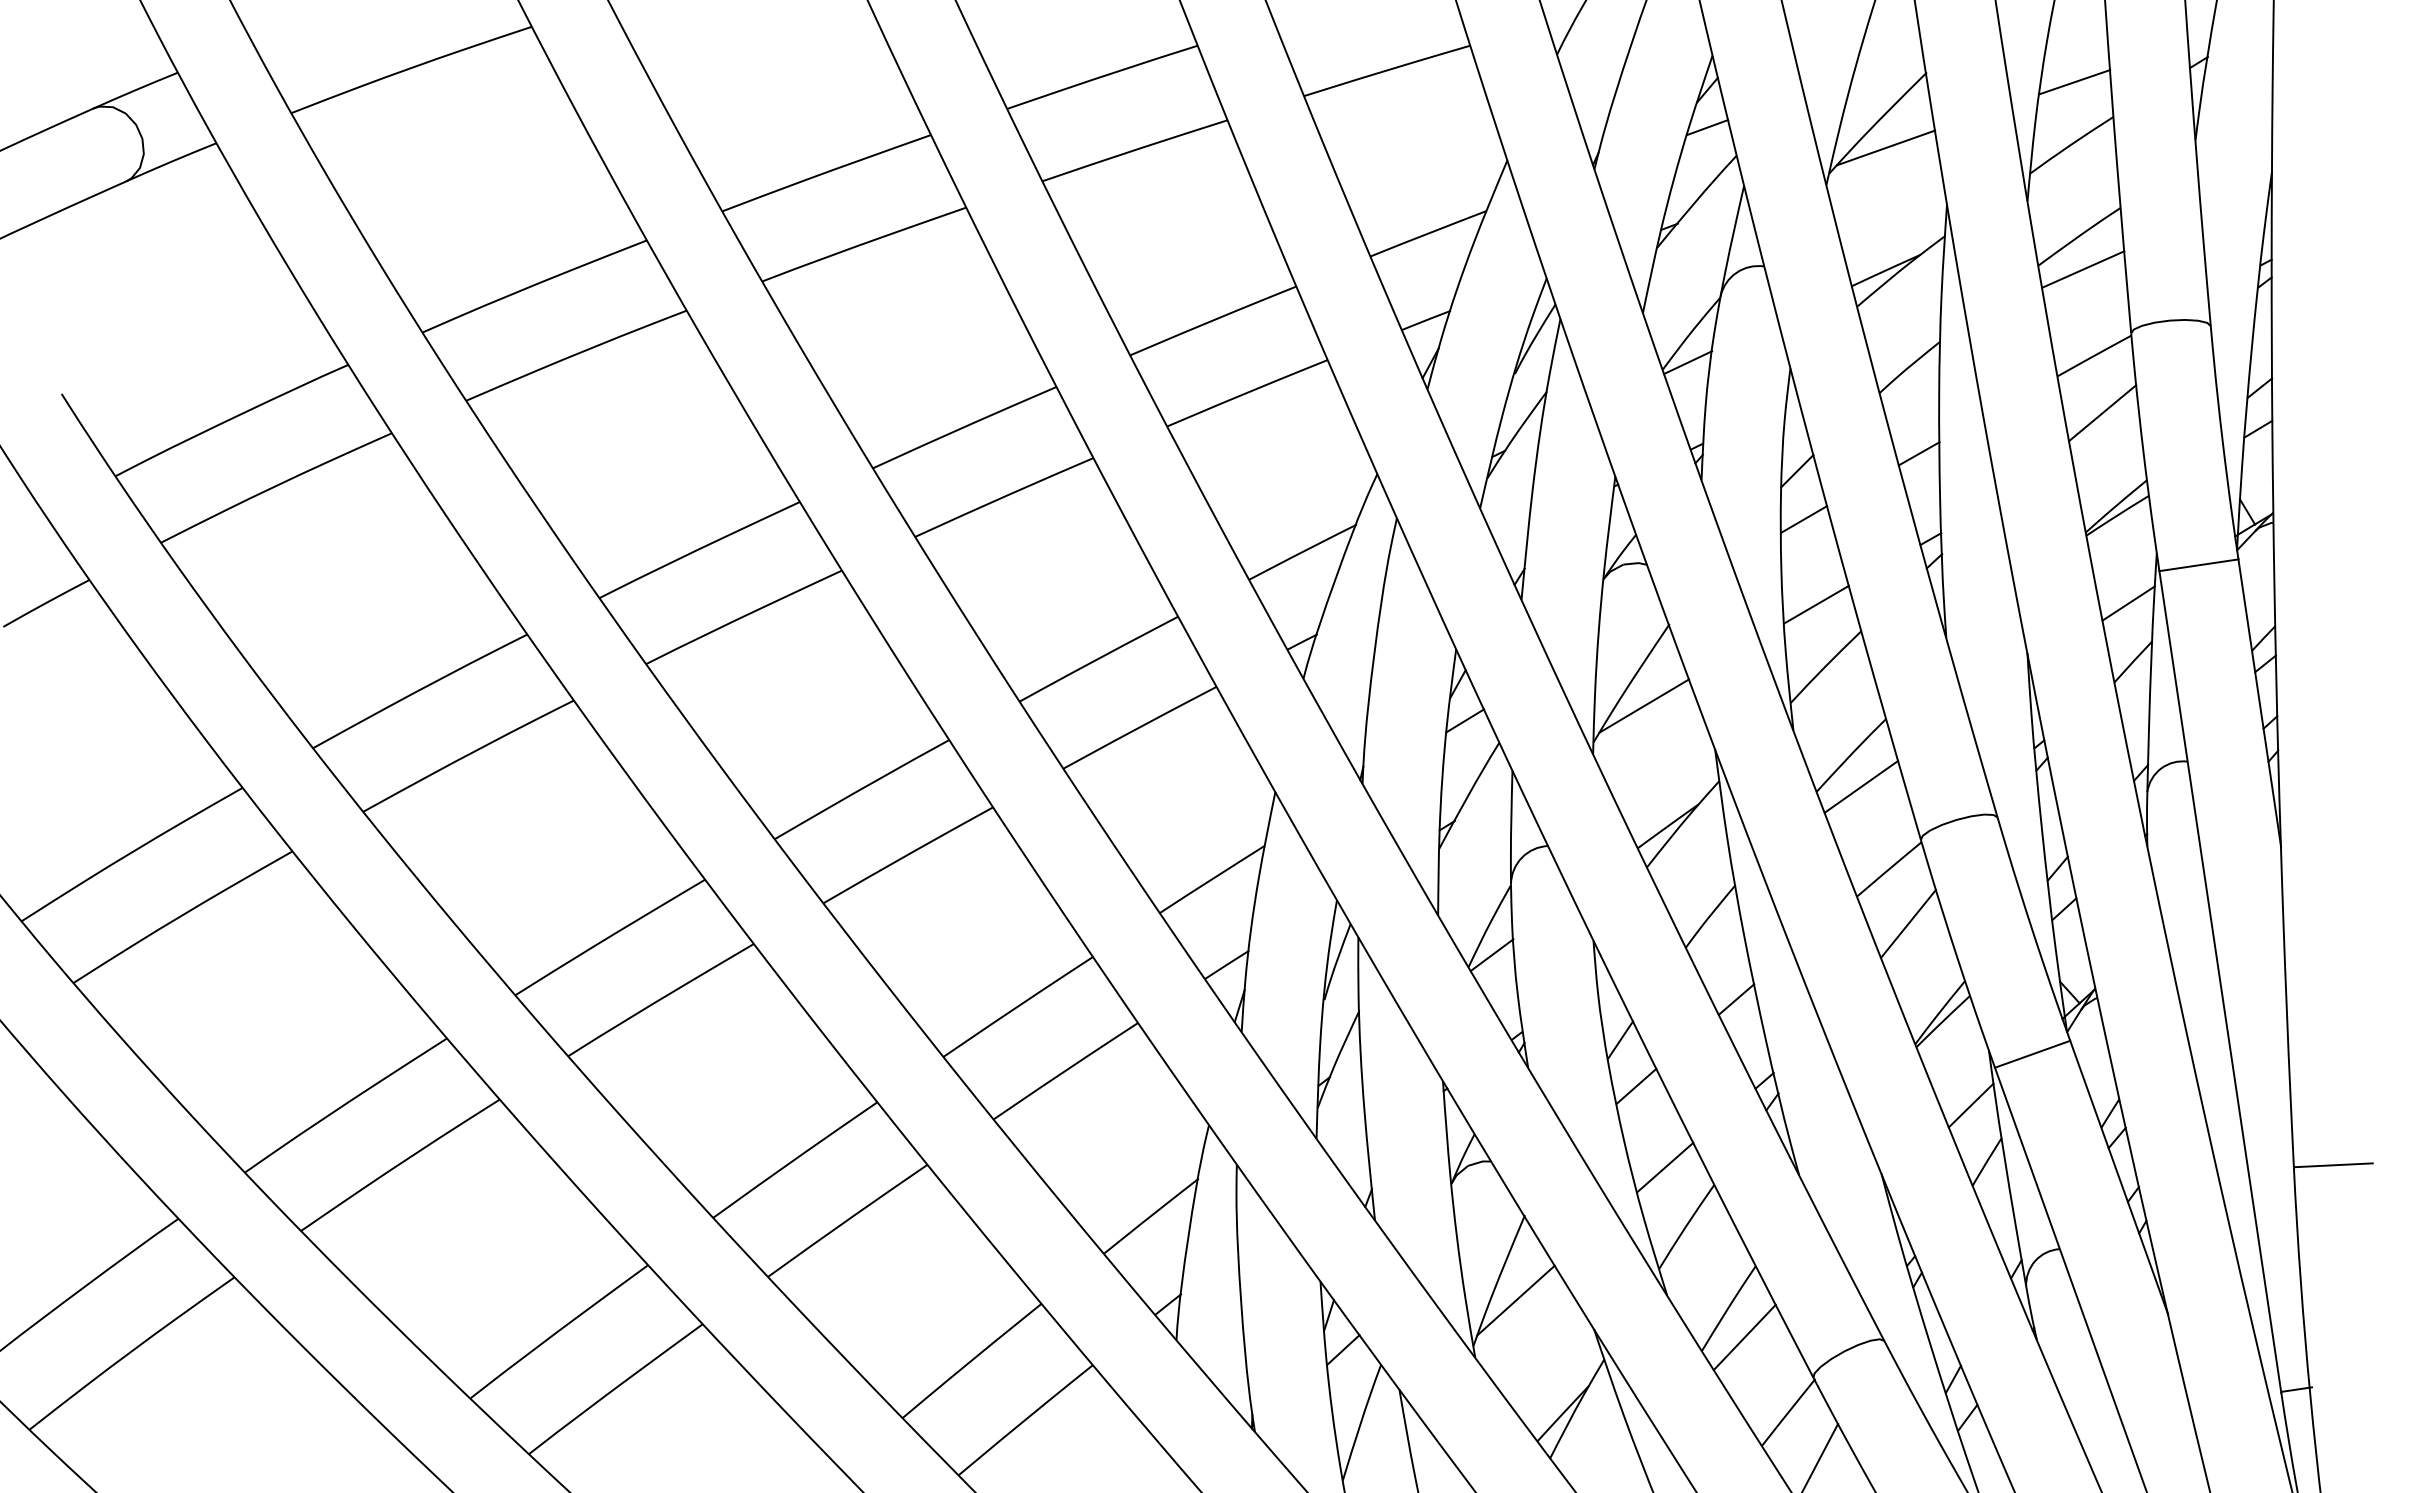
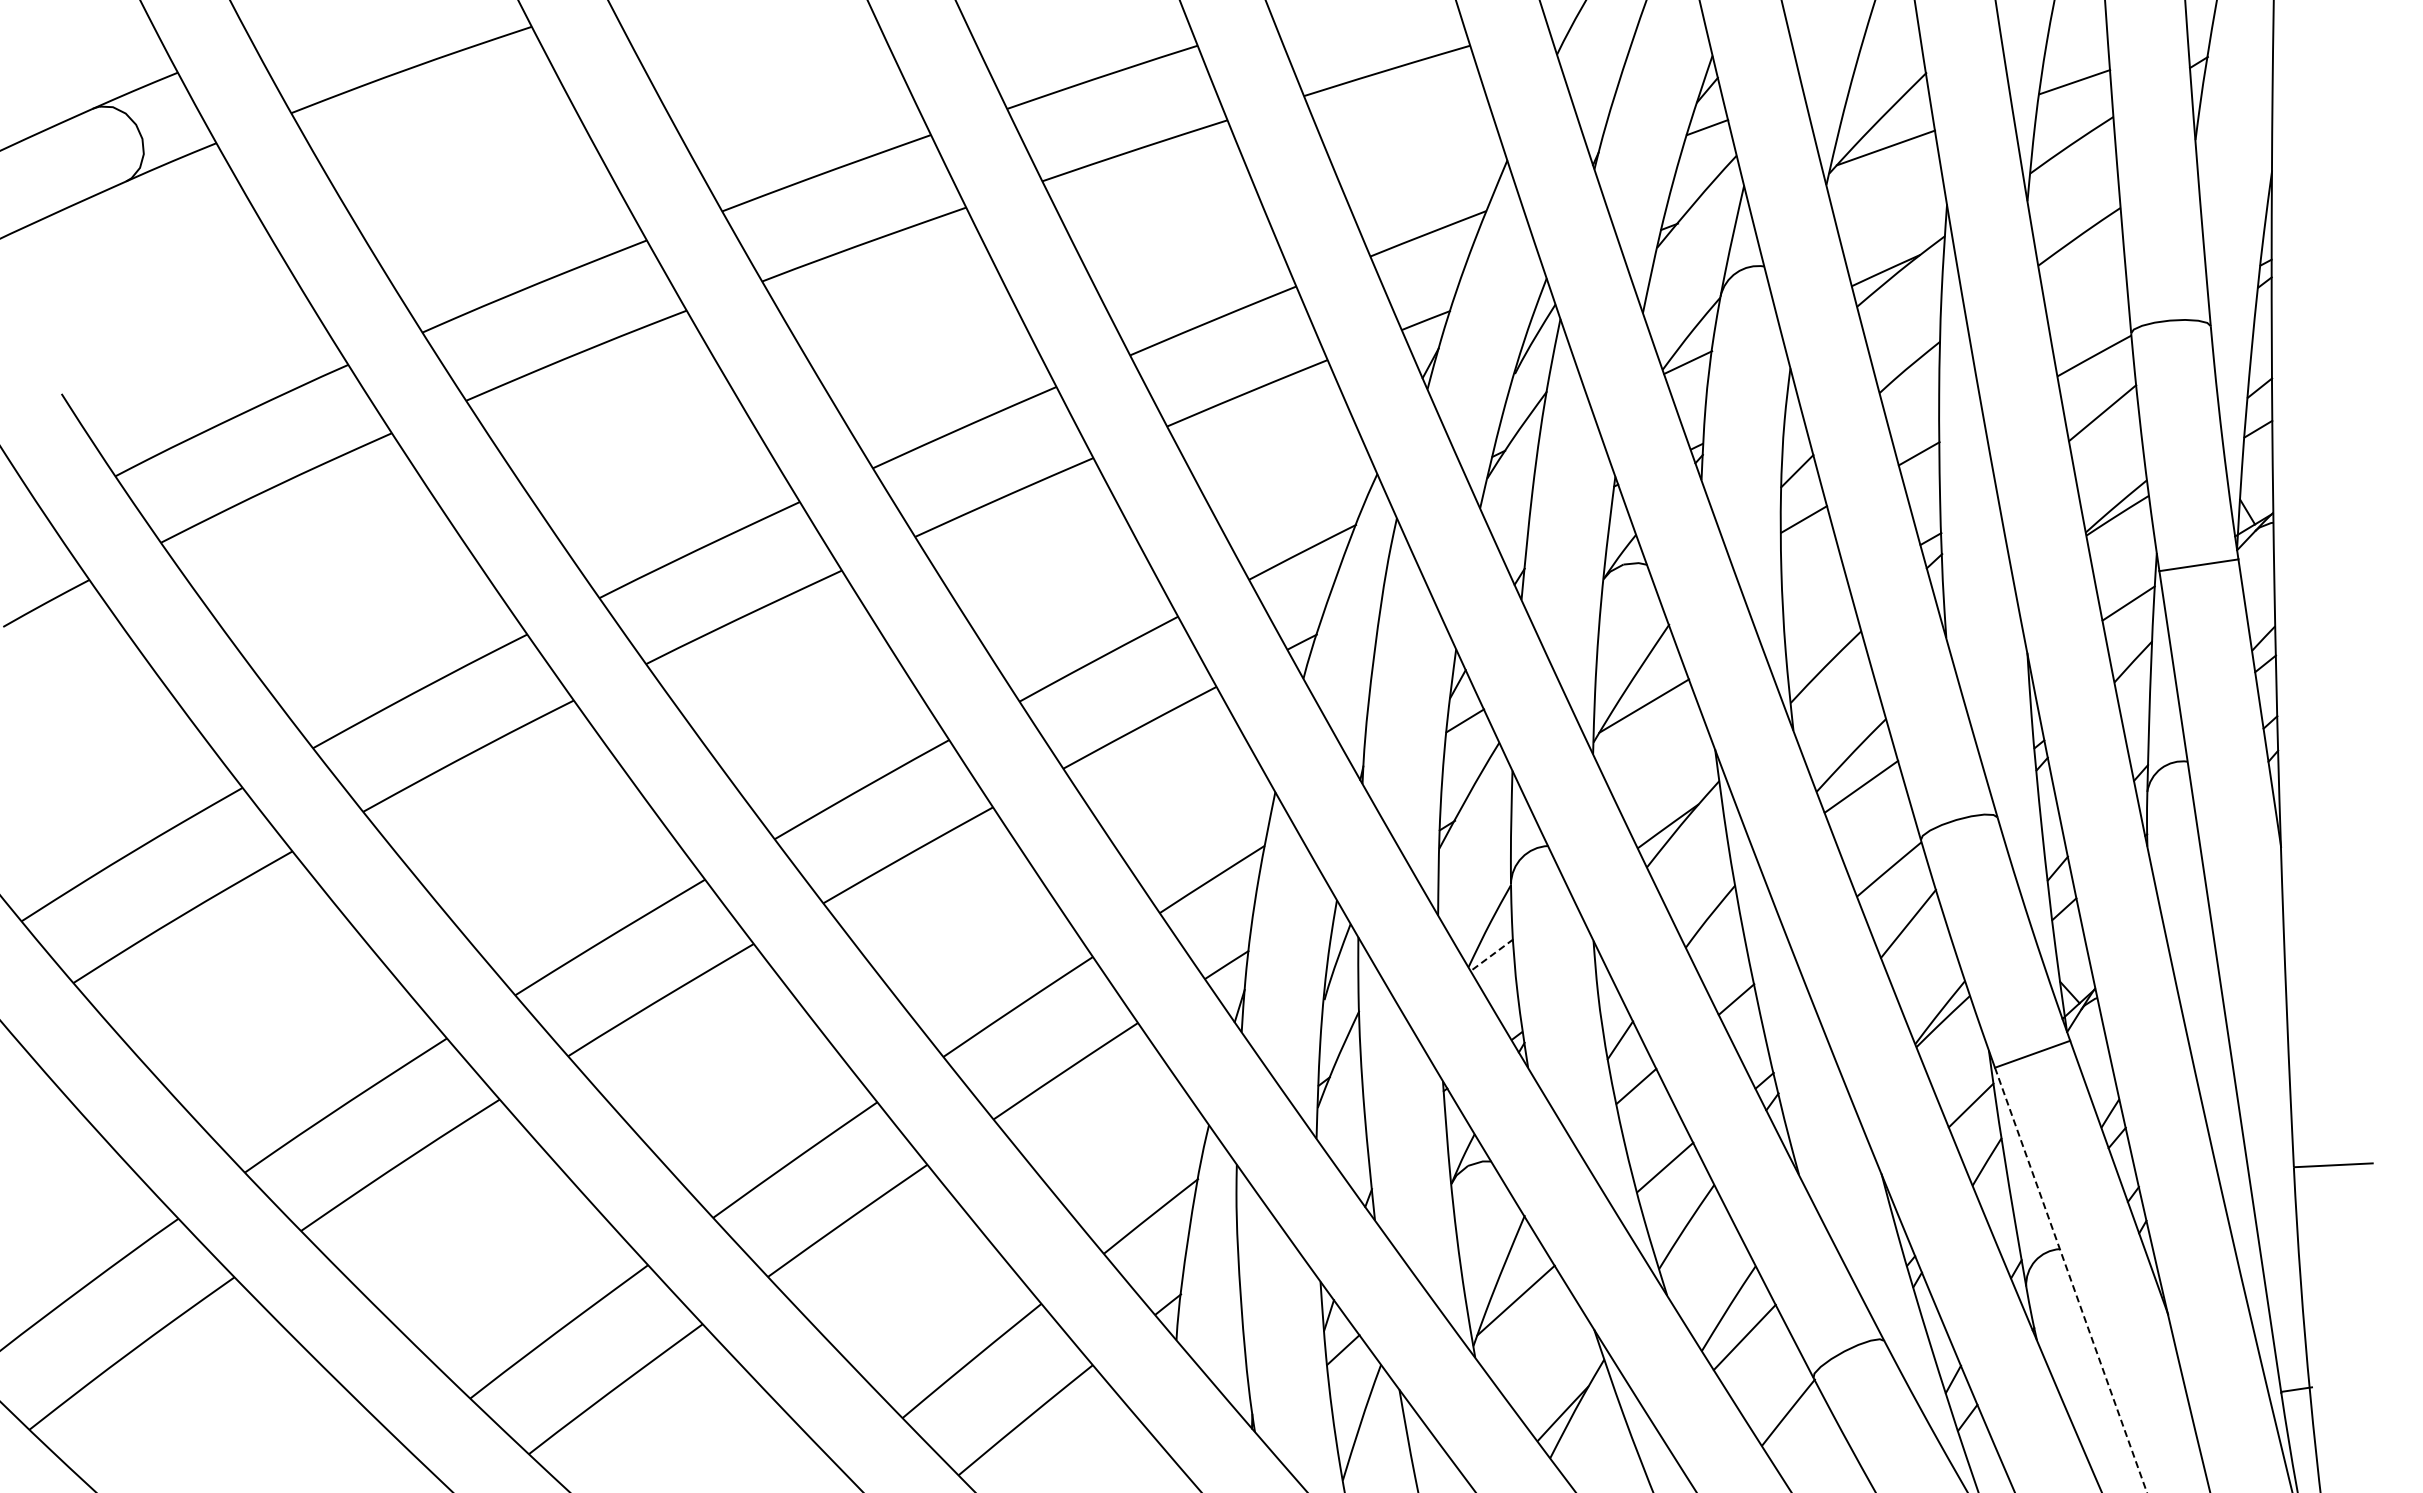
line at (2083, 269): present -> none
line at (1816, 604): present -> none
line at (1492, 955): solid -> dashed
line at (2071, 1280): solid -> dashed
line at (1820, 1456): present -> none
